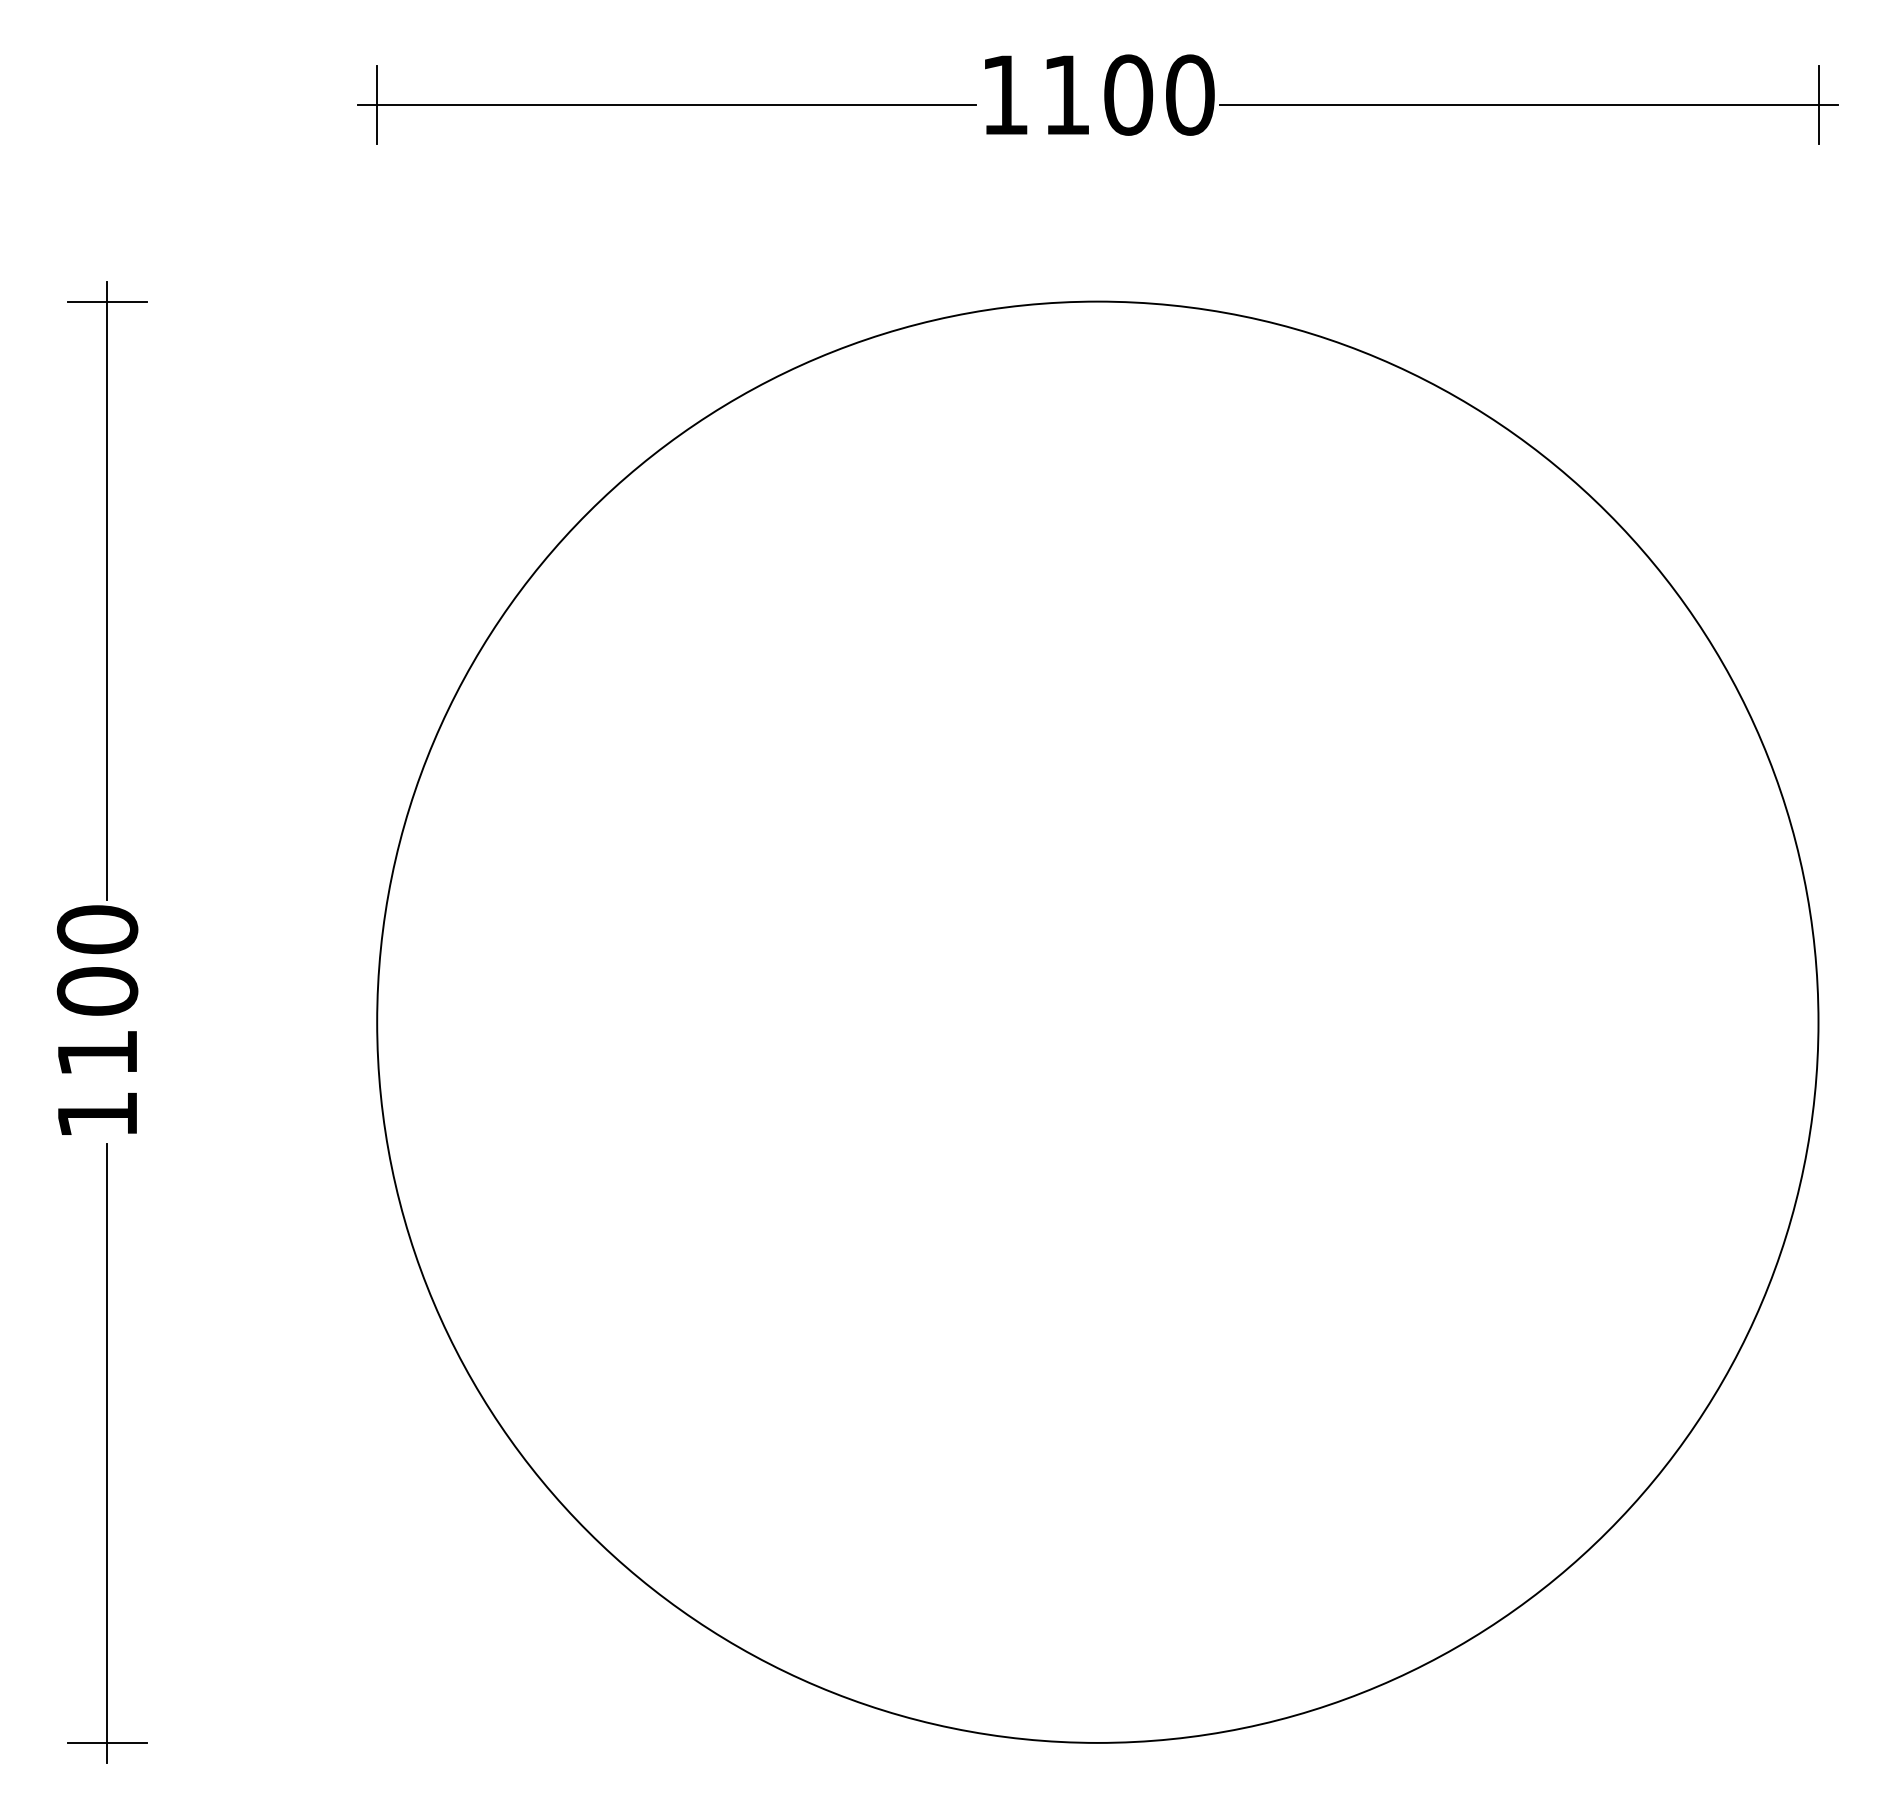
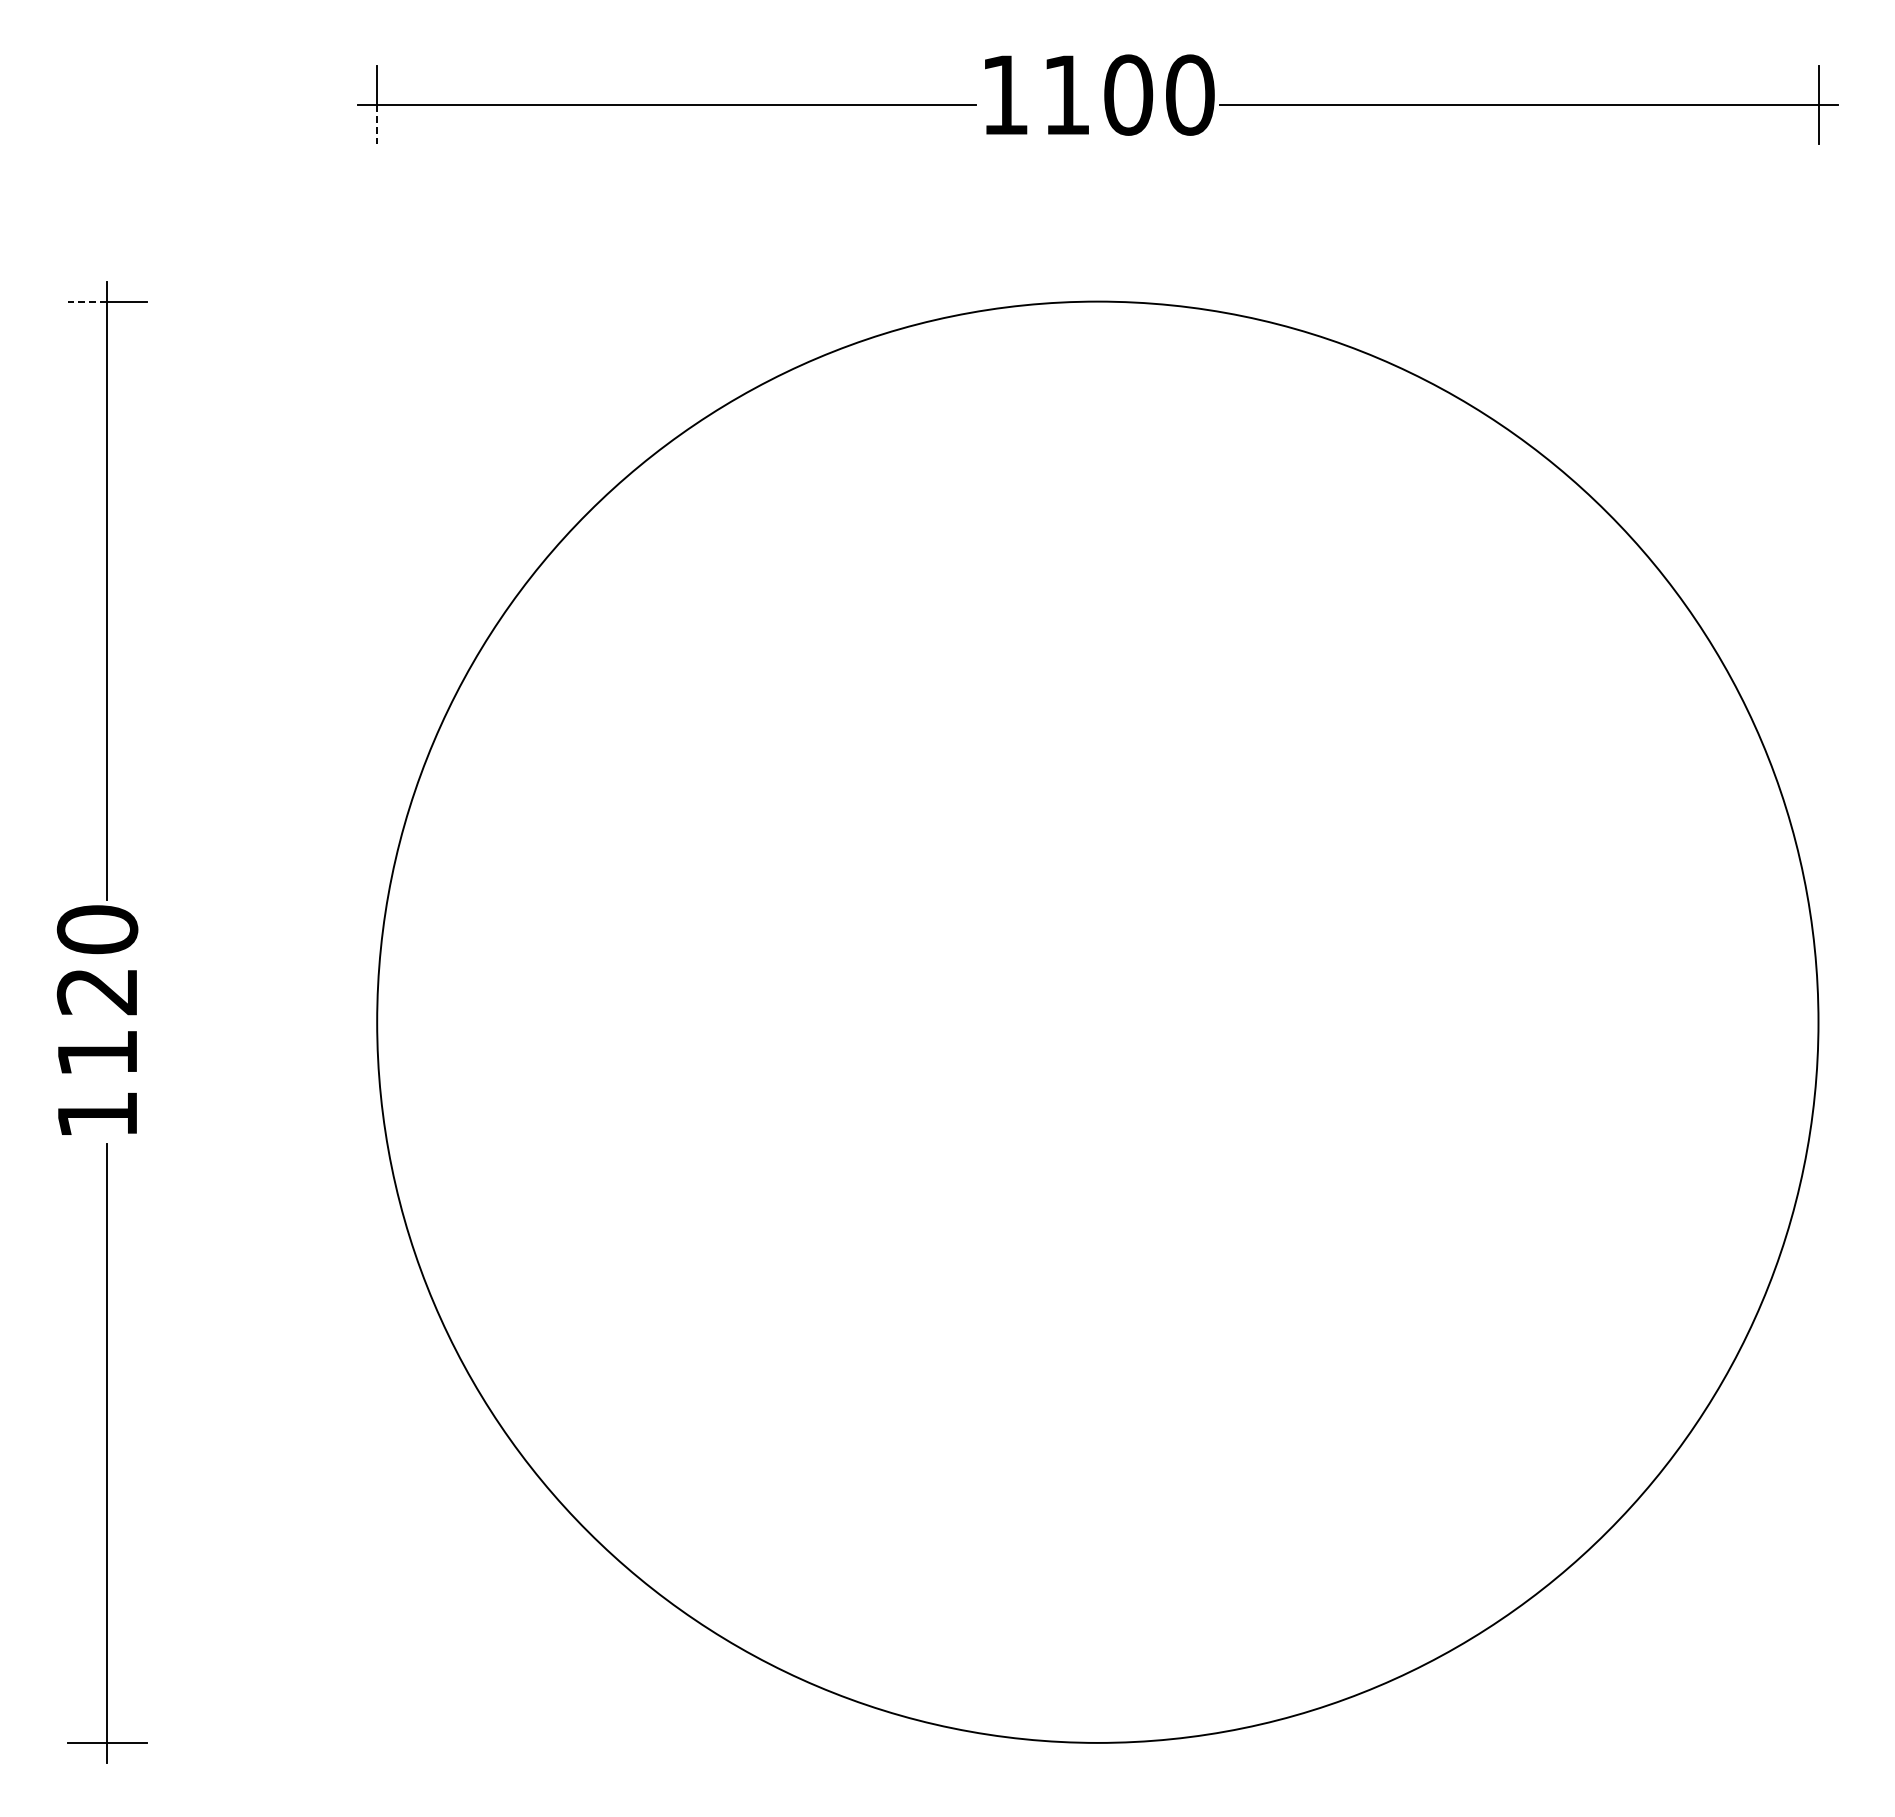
line at (377, 124): solid -> dashed
line at (87, 301): solid -> dashed
text at (97, 991): 1100 -> 1120
